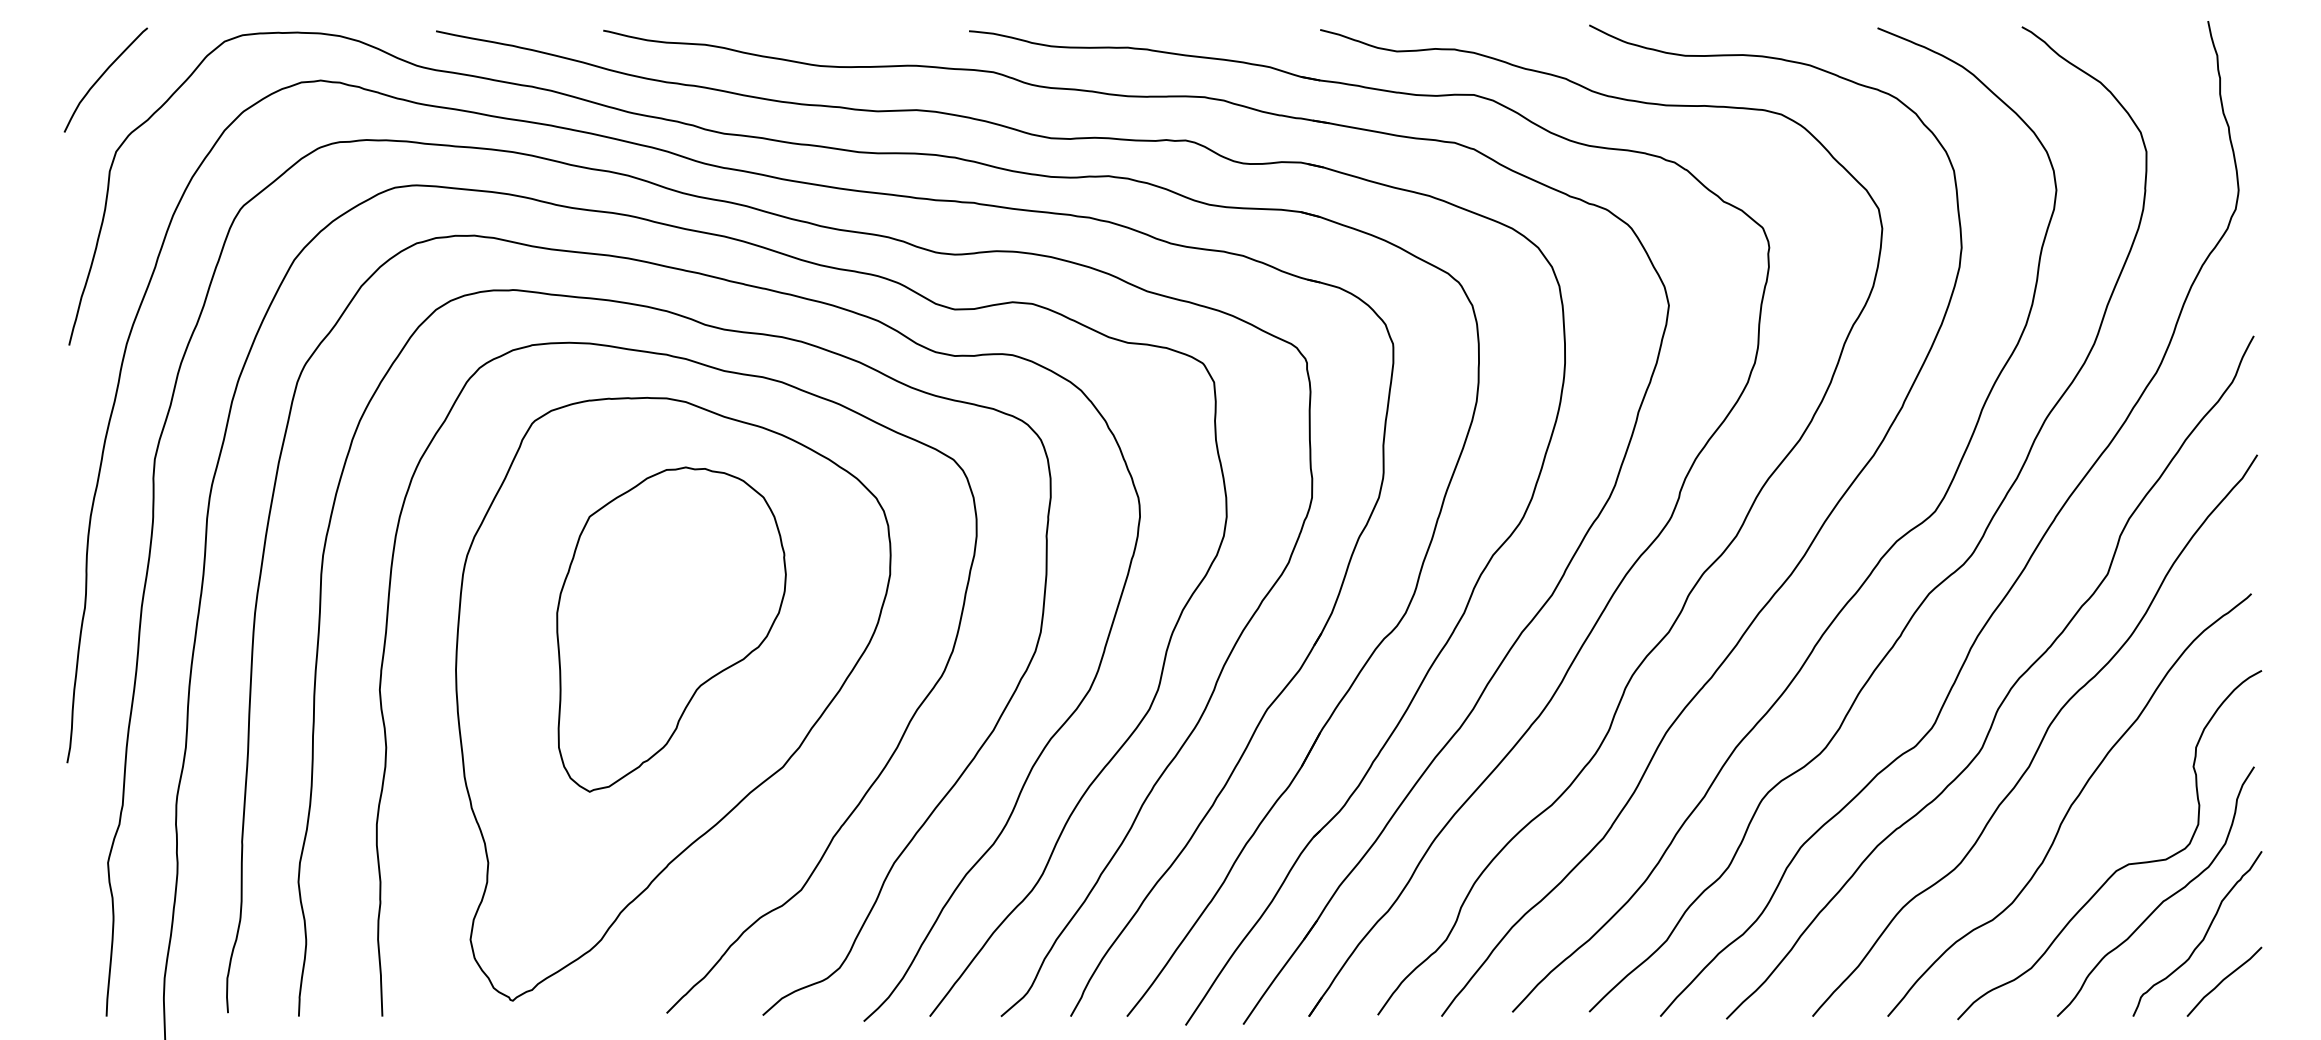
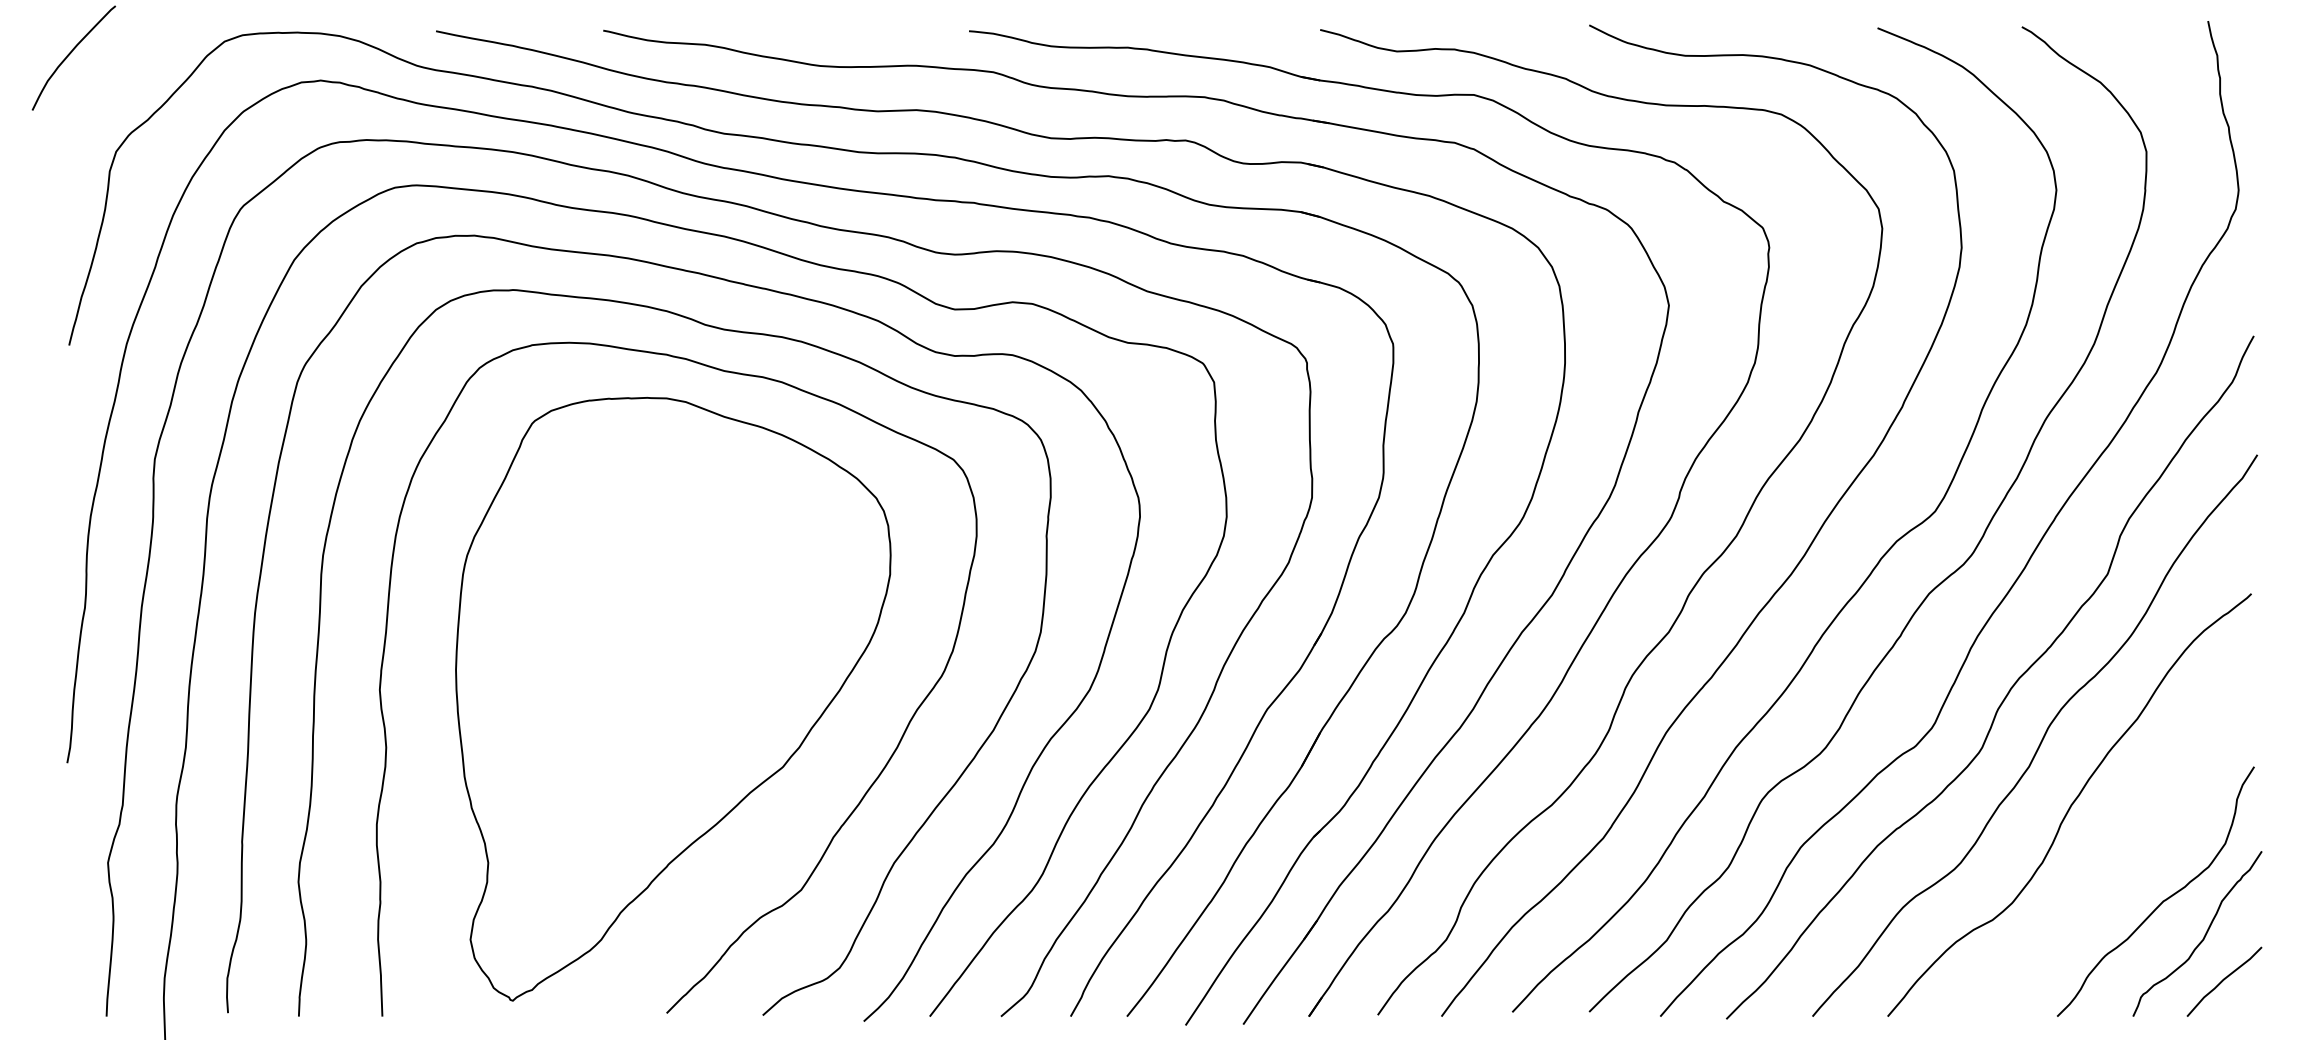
curve at (102, 76) position: (102, 76) -> (70, 54)
part at (671, 629): present -> none
curve at (2120, 867): present -> none
